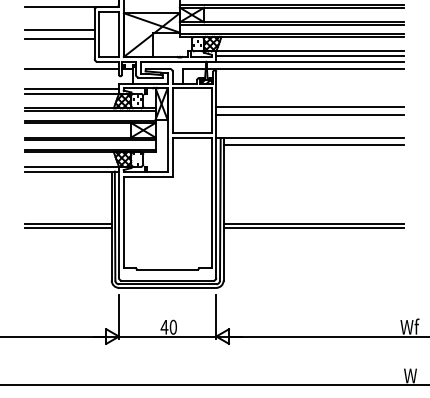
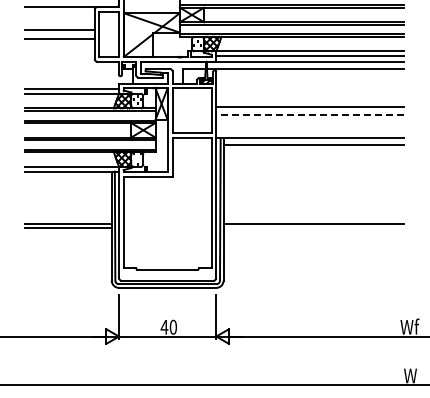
line at (72, 68): present -> none
line at (309, 114): solid -> dashed
line at (313, 227): present -> none
